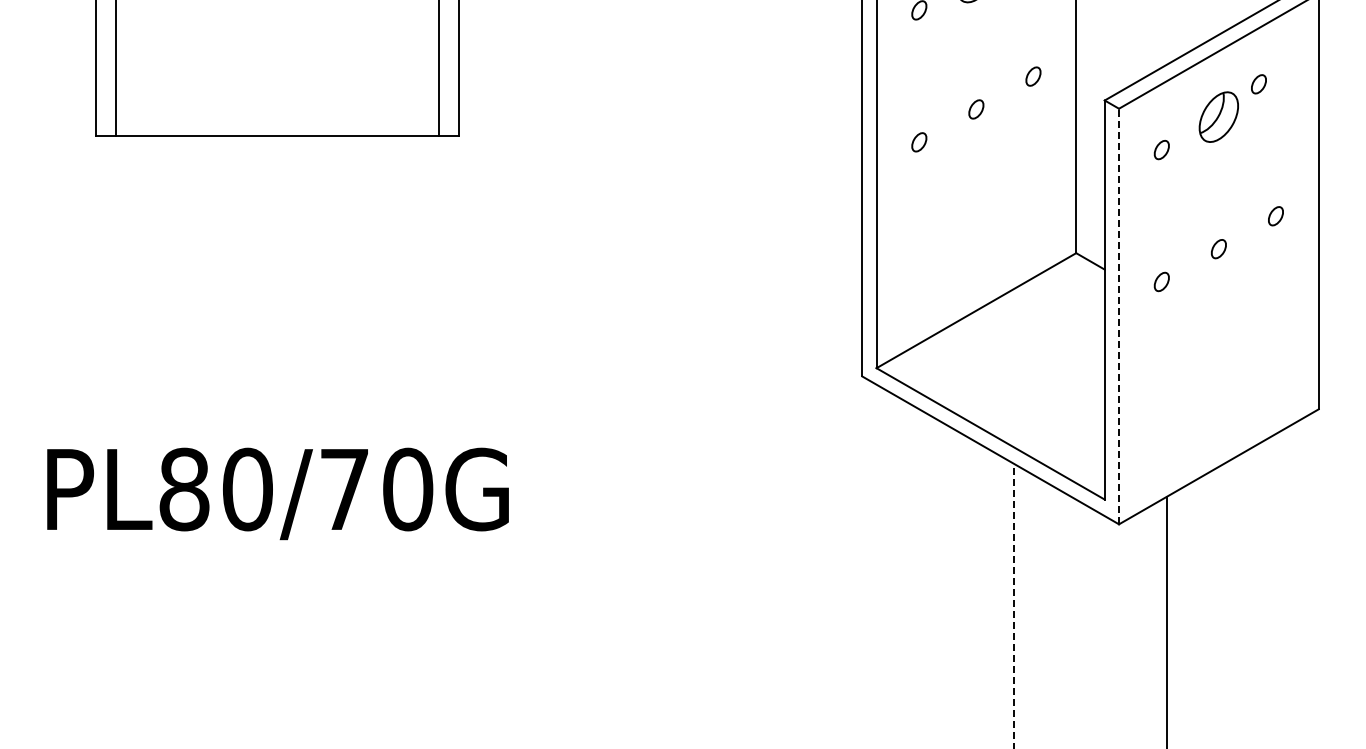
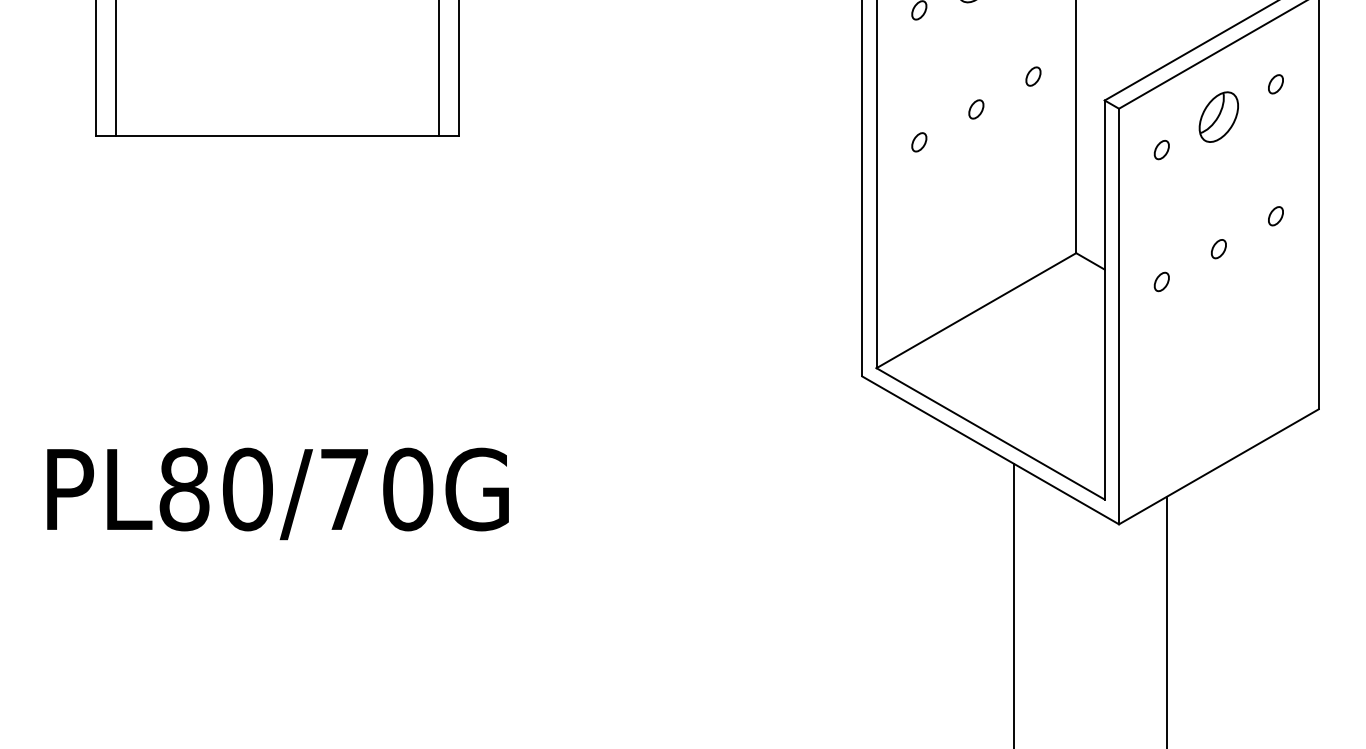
part at (1258, 84) position: (1258, 84) -> (1275, 84)
line at (1119, 316): dashed -> solid
line at (1013, 605): dashed -> solid
